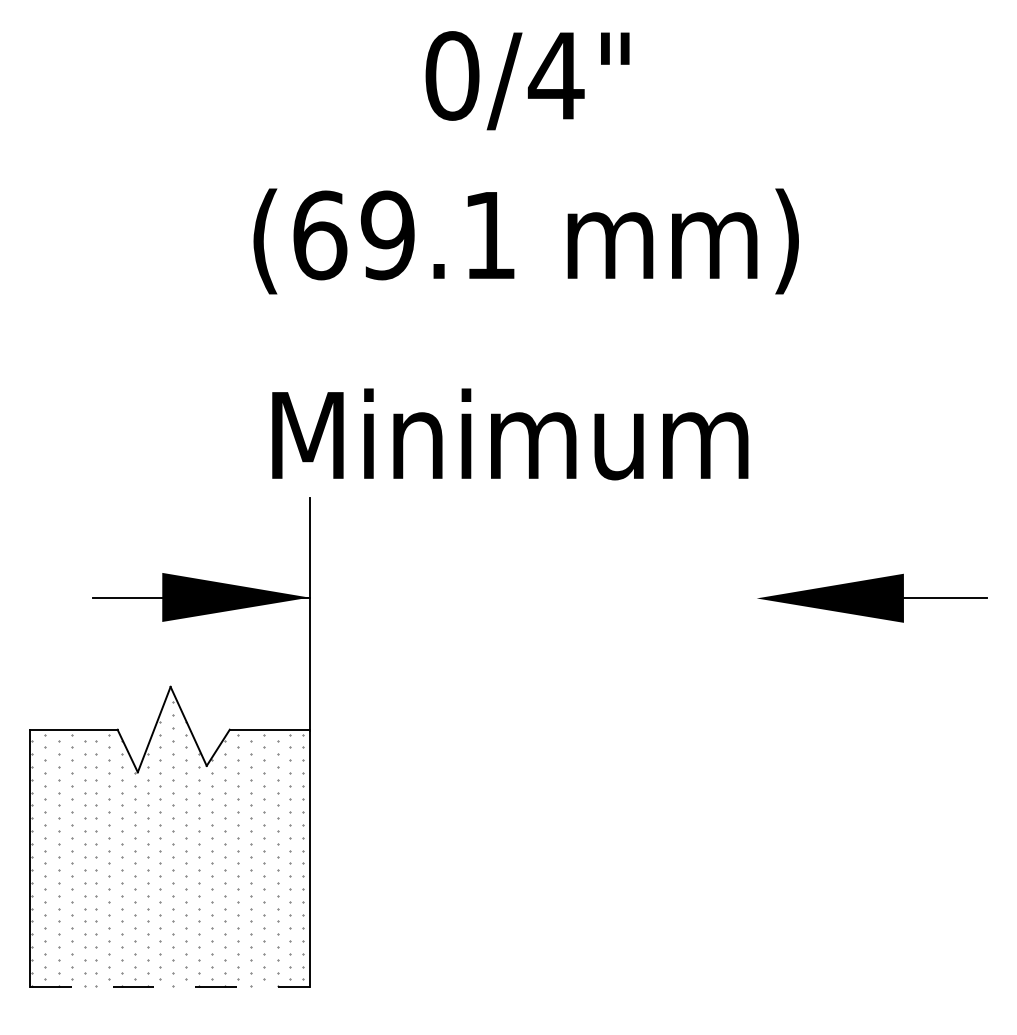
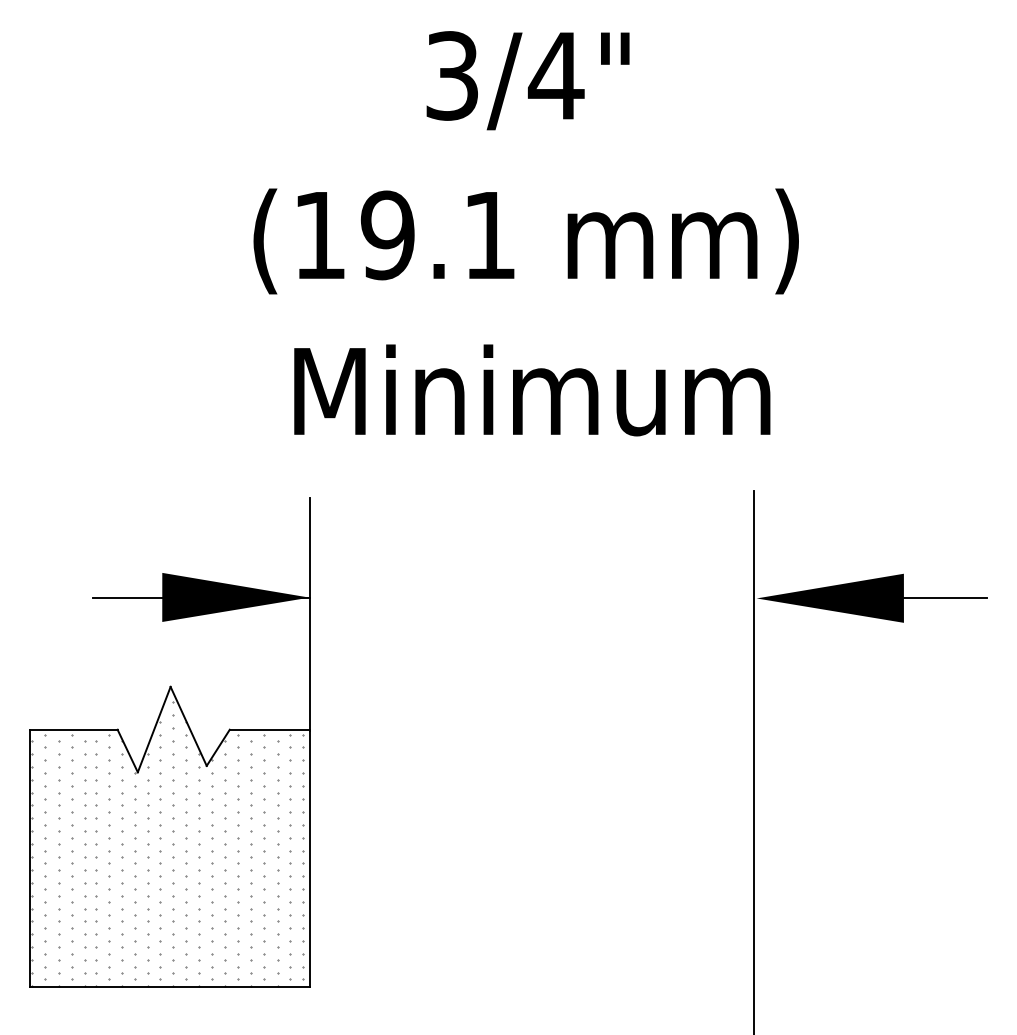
text at (452, 75): 0/4" -> 3/4"
text at (320, 235): (69.1 -> (19.1
text at (510, 434) position: (510, 434) -> (532, 390)
line at (754, 761): none -> present
line at (169, 986): dashed -> solid
